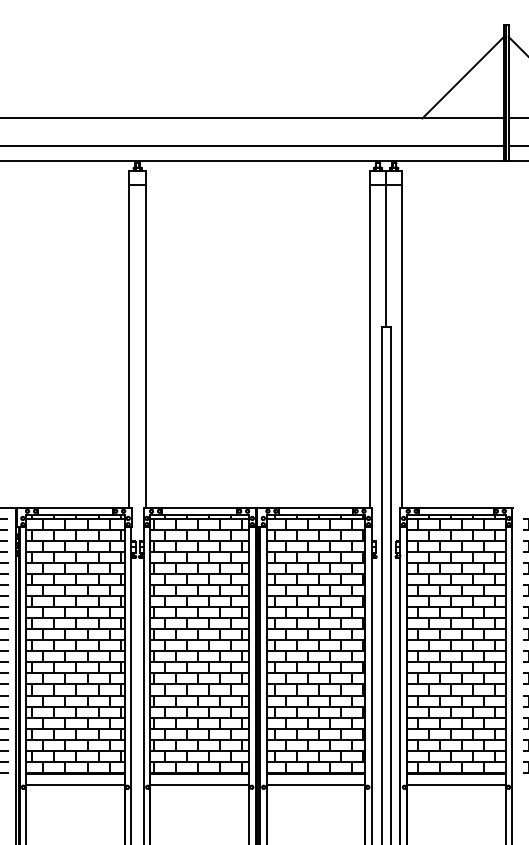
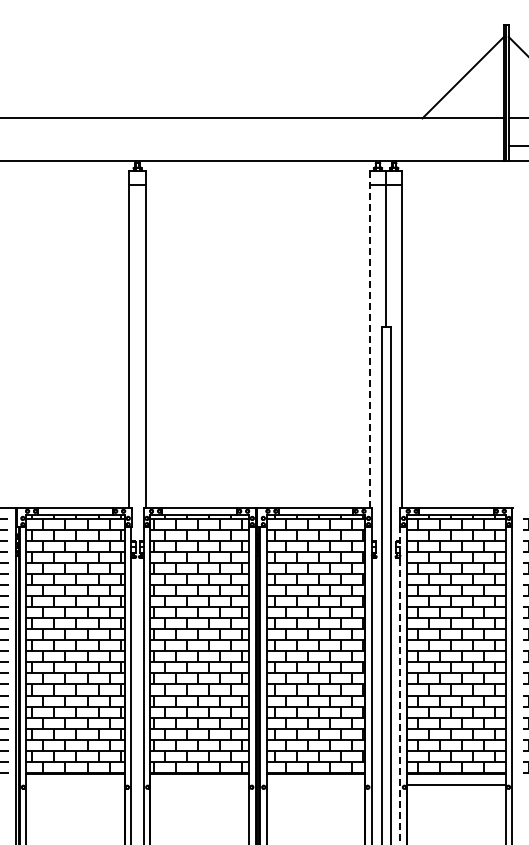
line at (252, 145): present -> none
line at (369, 339): solid -> dashed
line at (400, 685): solid -> dashed
line at (75, 784): present -> none
line at (199, 784): present -> none
line at (315, 784): present -> none
